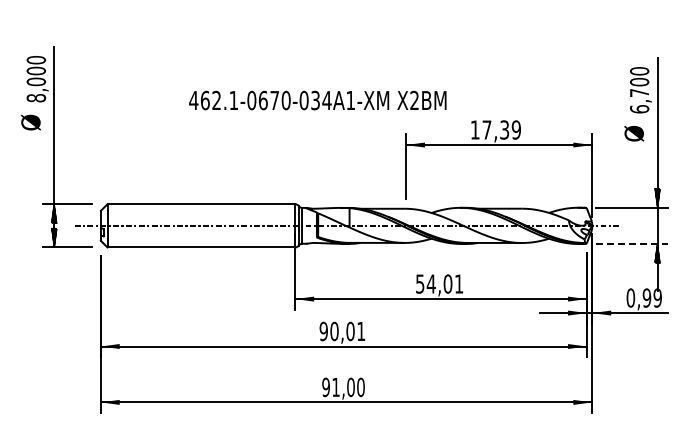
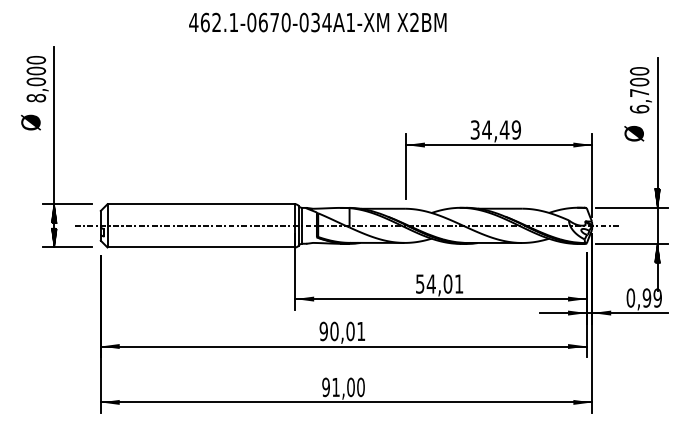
text at (317, 100) position: (317, 100) -> (317, 22)
text at (489, 129): 17,39 -> 34,49
line at (632, 243): dashed -> solid
